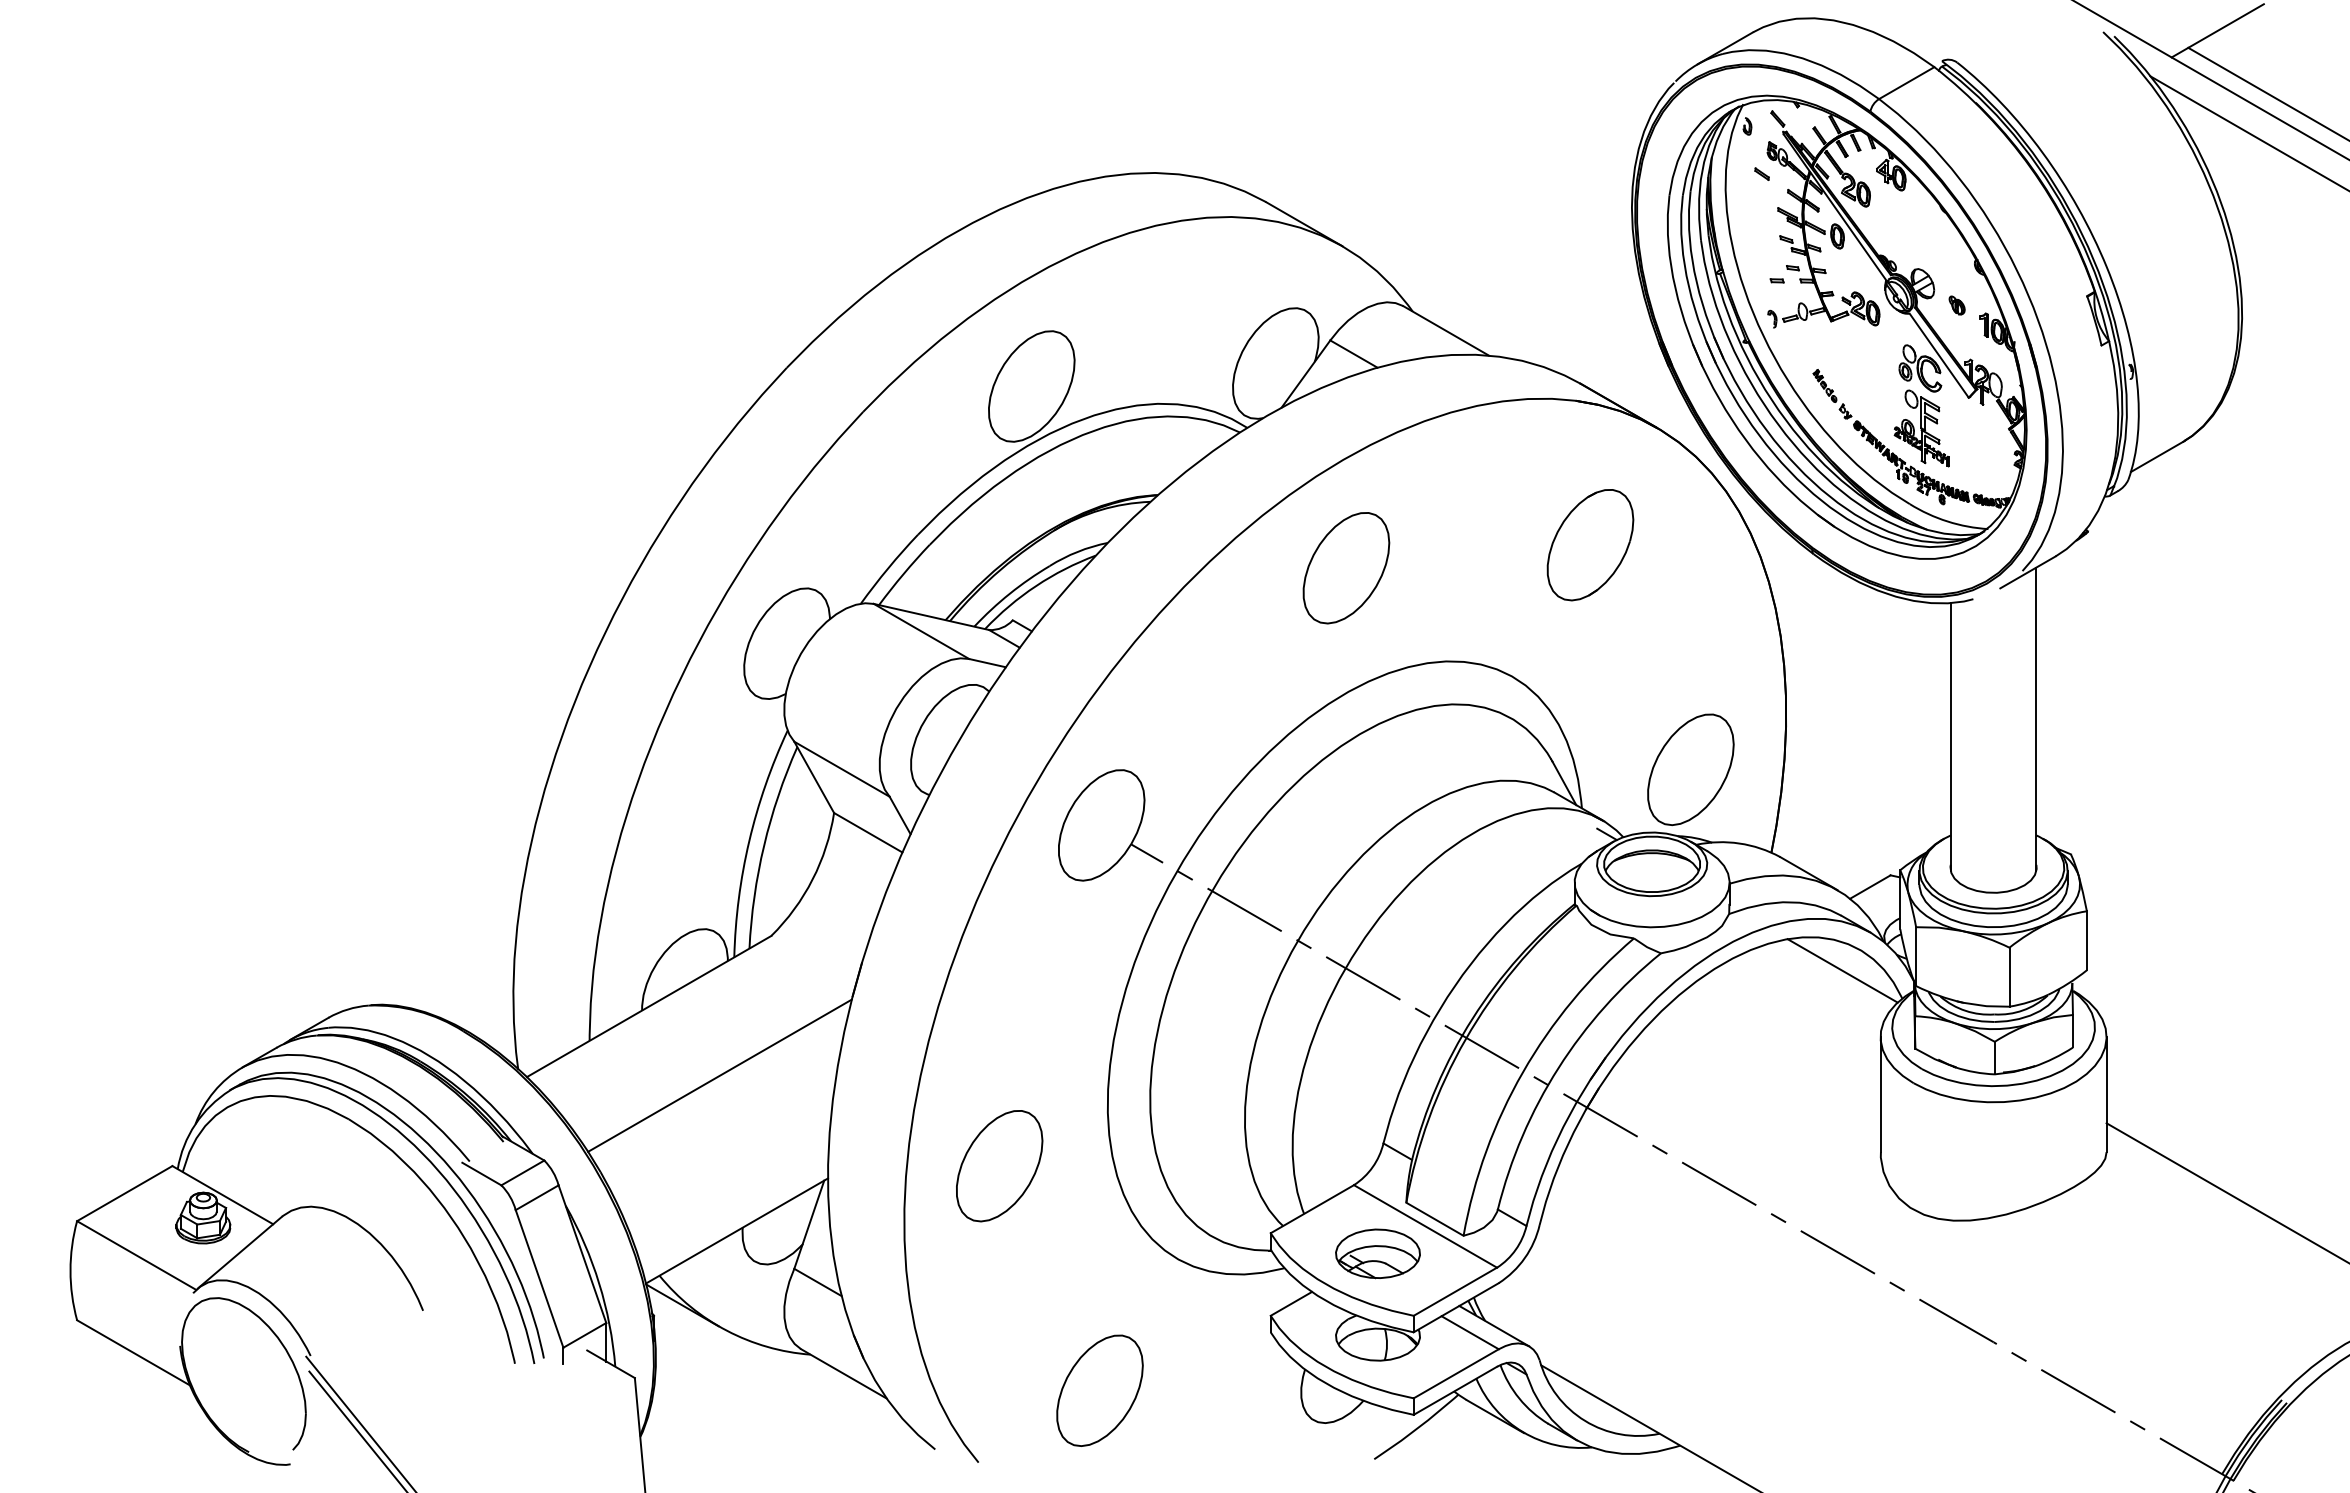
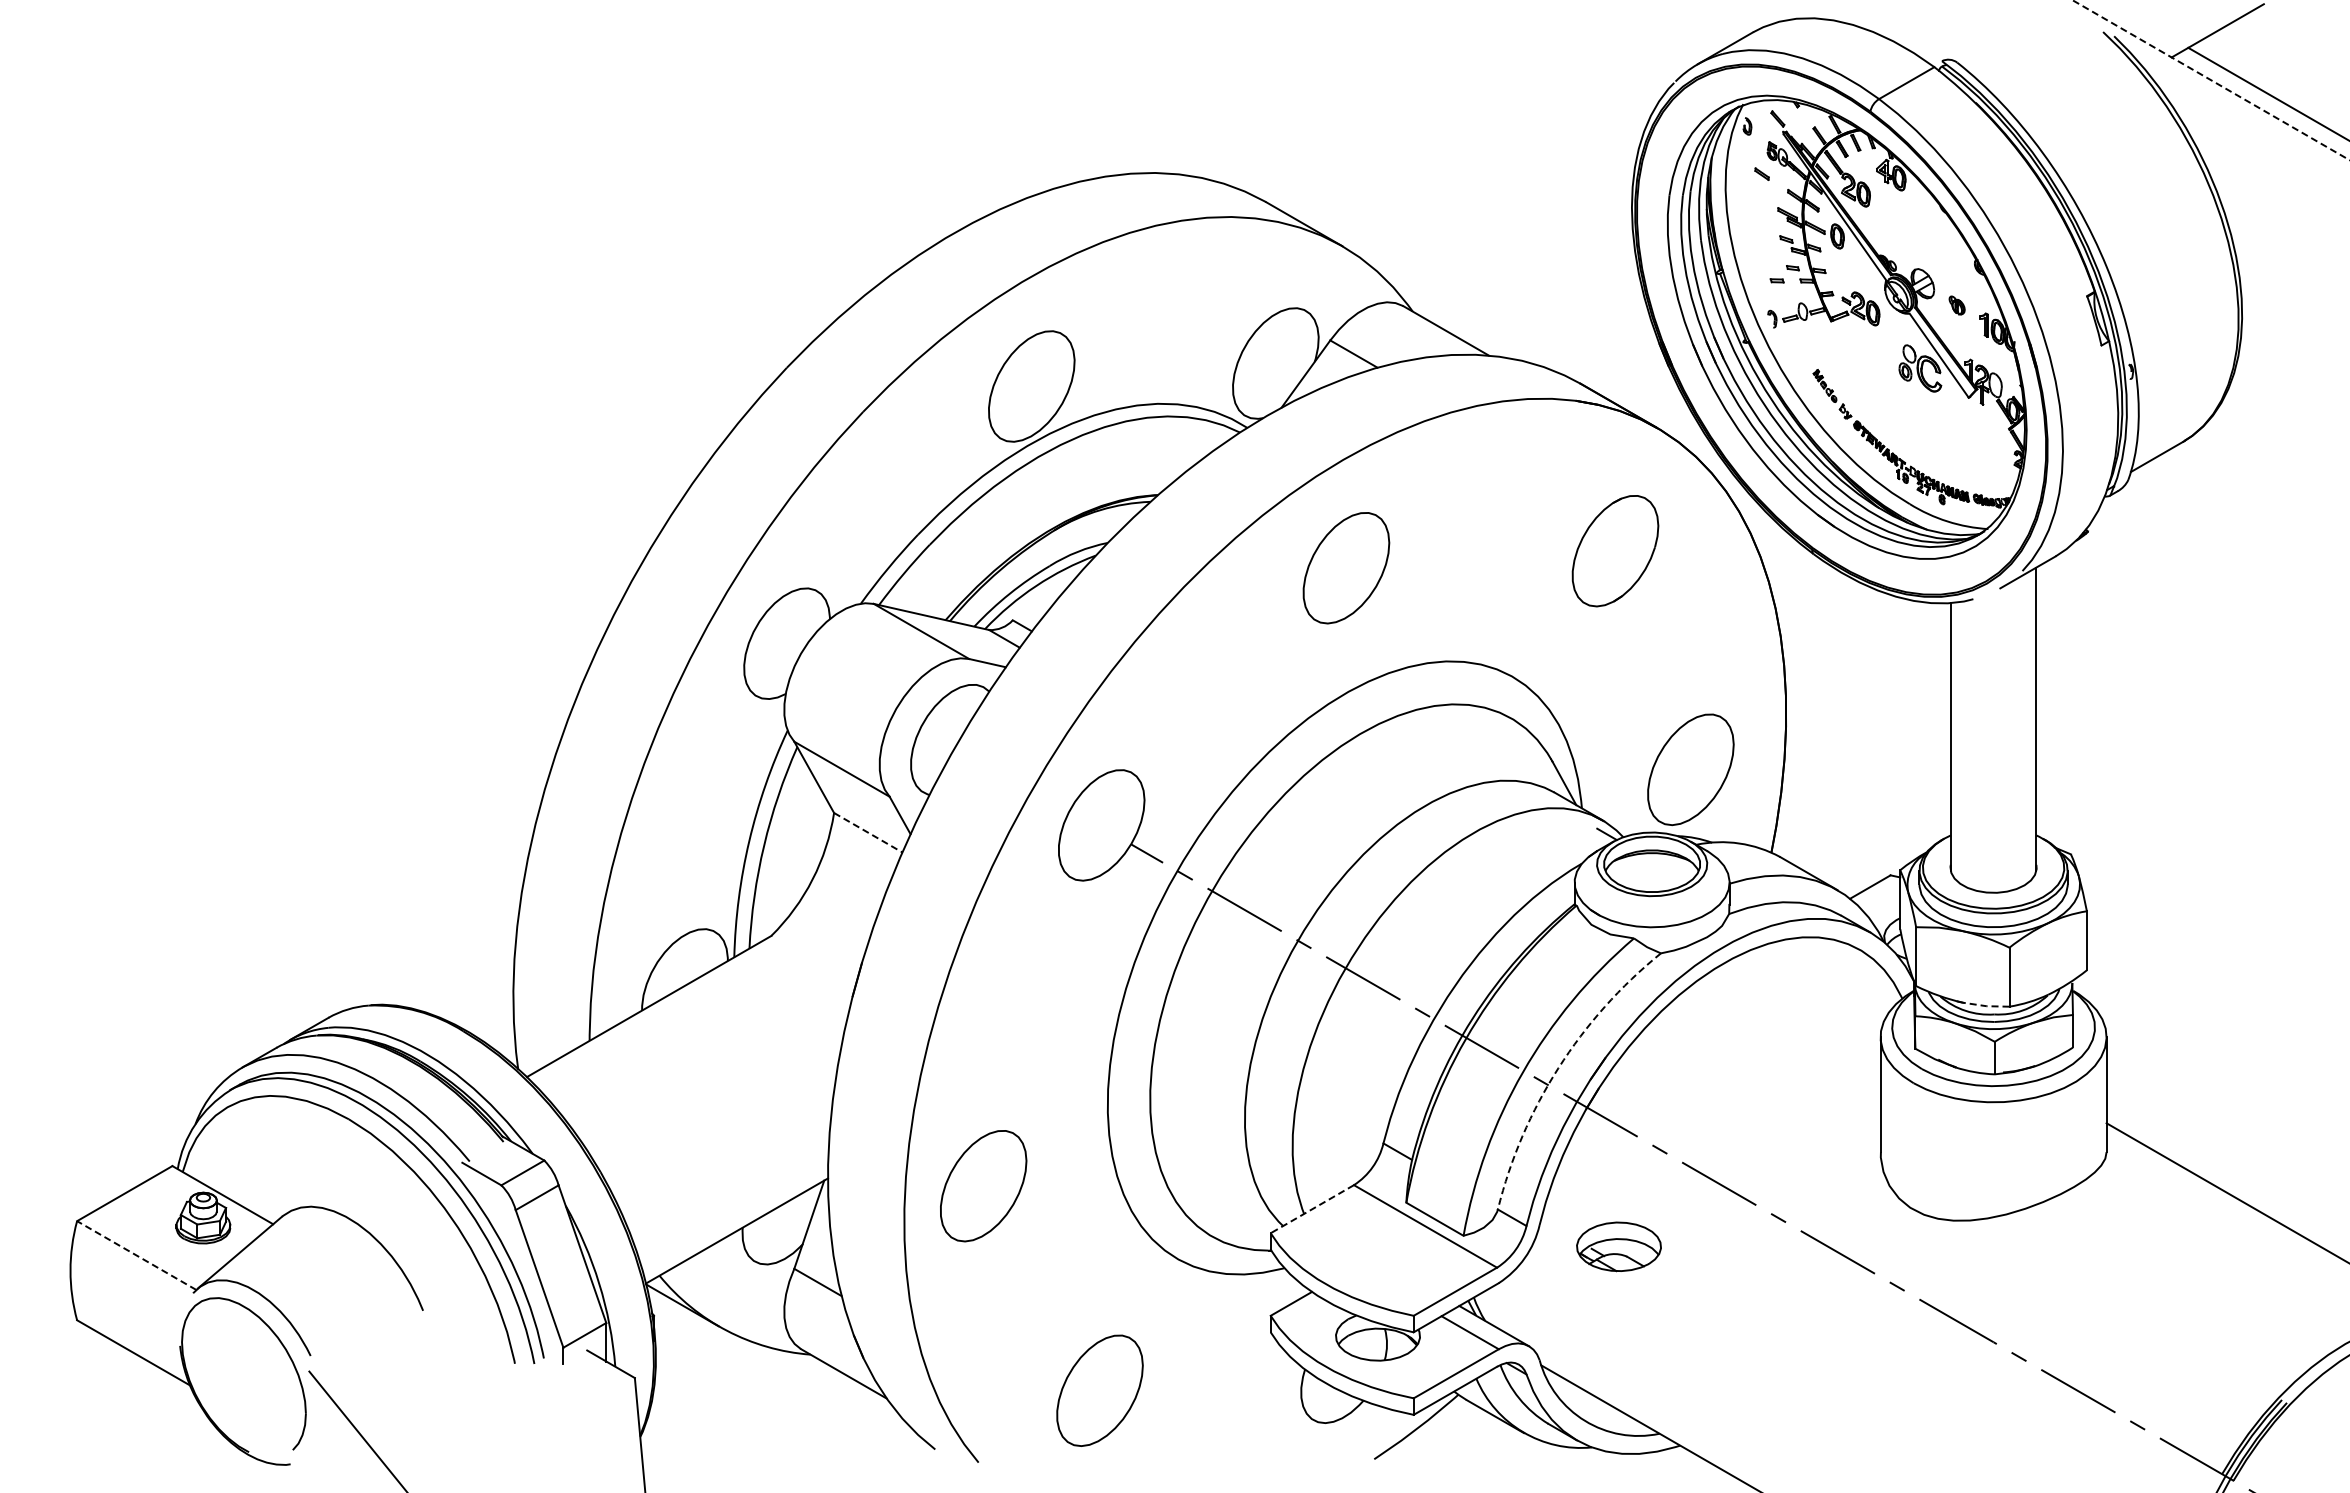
line at (2211, 80): solid -> dashed
line at (2248, 132): present -> none
part at (1921, 428): present -> none
part at (1590, 545) position: (1590, 545) -> (1615, 551)
line at (868, 832): solid -> dashed
line at (1842, 970): present -> none
line at (1985, 1006): solid -> dashed
arc at (1558, 1068): solid -> dashed
line at (719, 1075): present -> none
part at (999, 1166) position: (999, 1166) -> (983, 1186)
line at (1311, 1209): solid -> dashed
part at (1377, 1253) position: (1377, 1253) -> (1618, 1246)
line at (136, 1255): solid -> dashed
line at (359, 1422): present -> none
